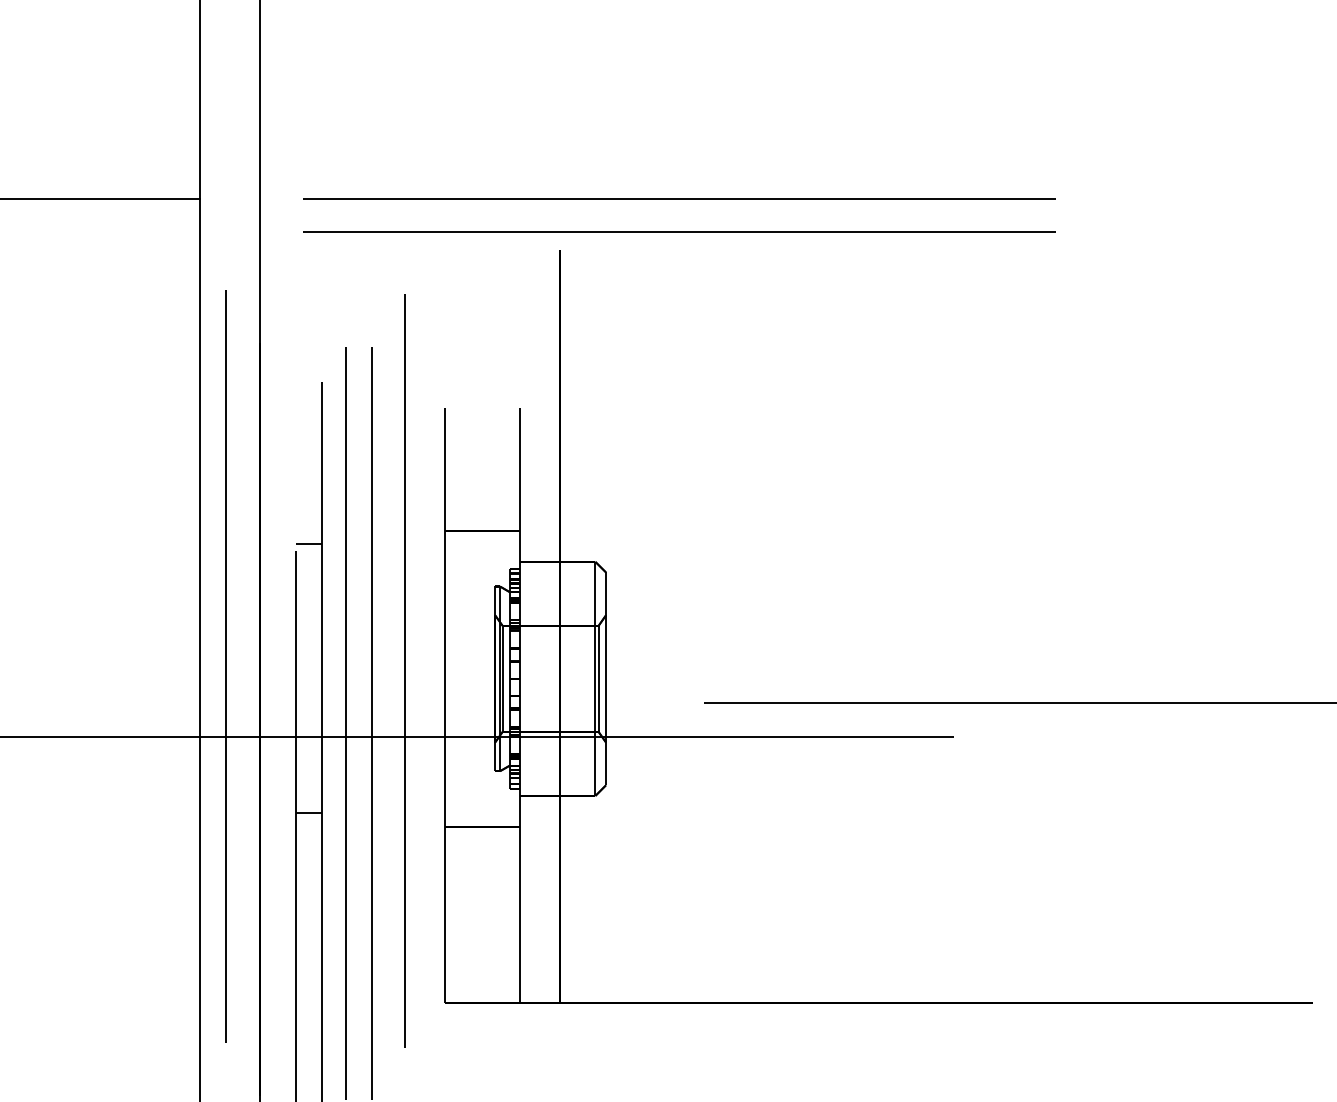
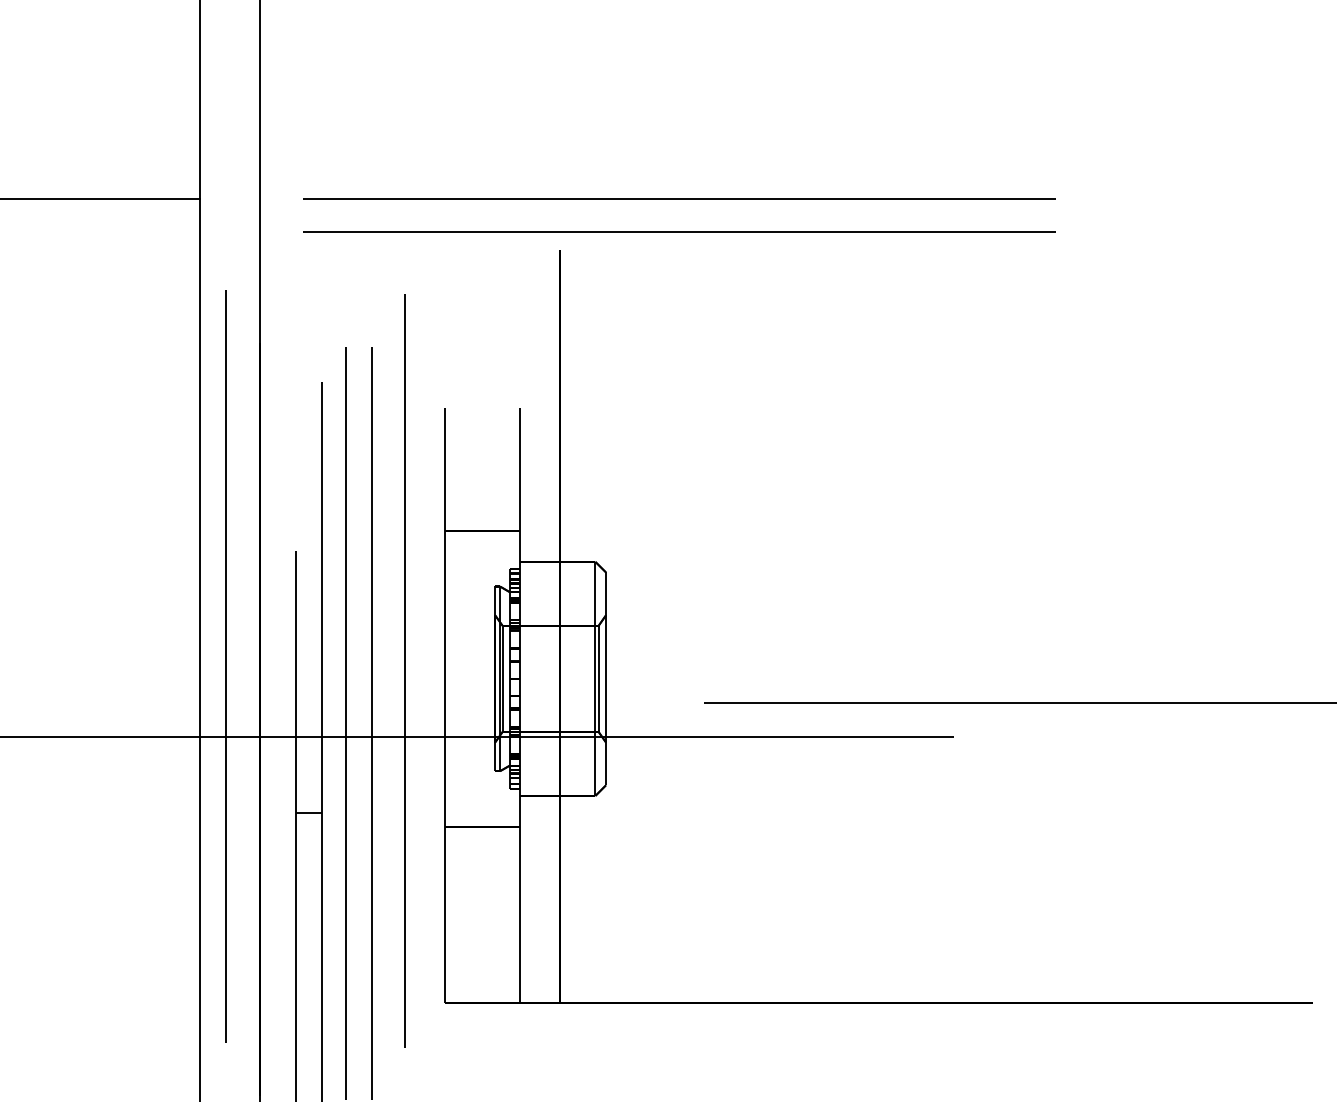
line at (309, 544): present -> none
